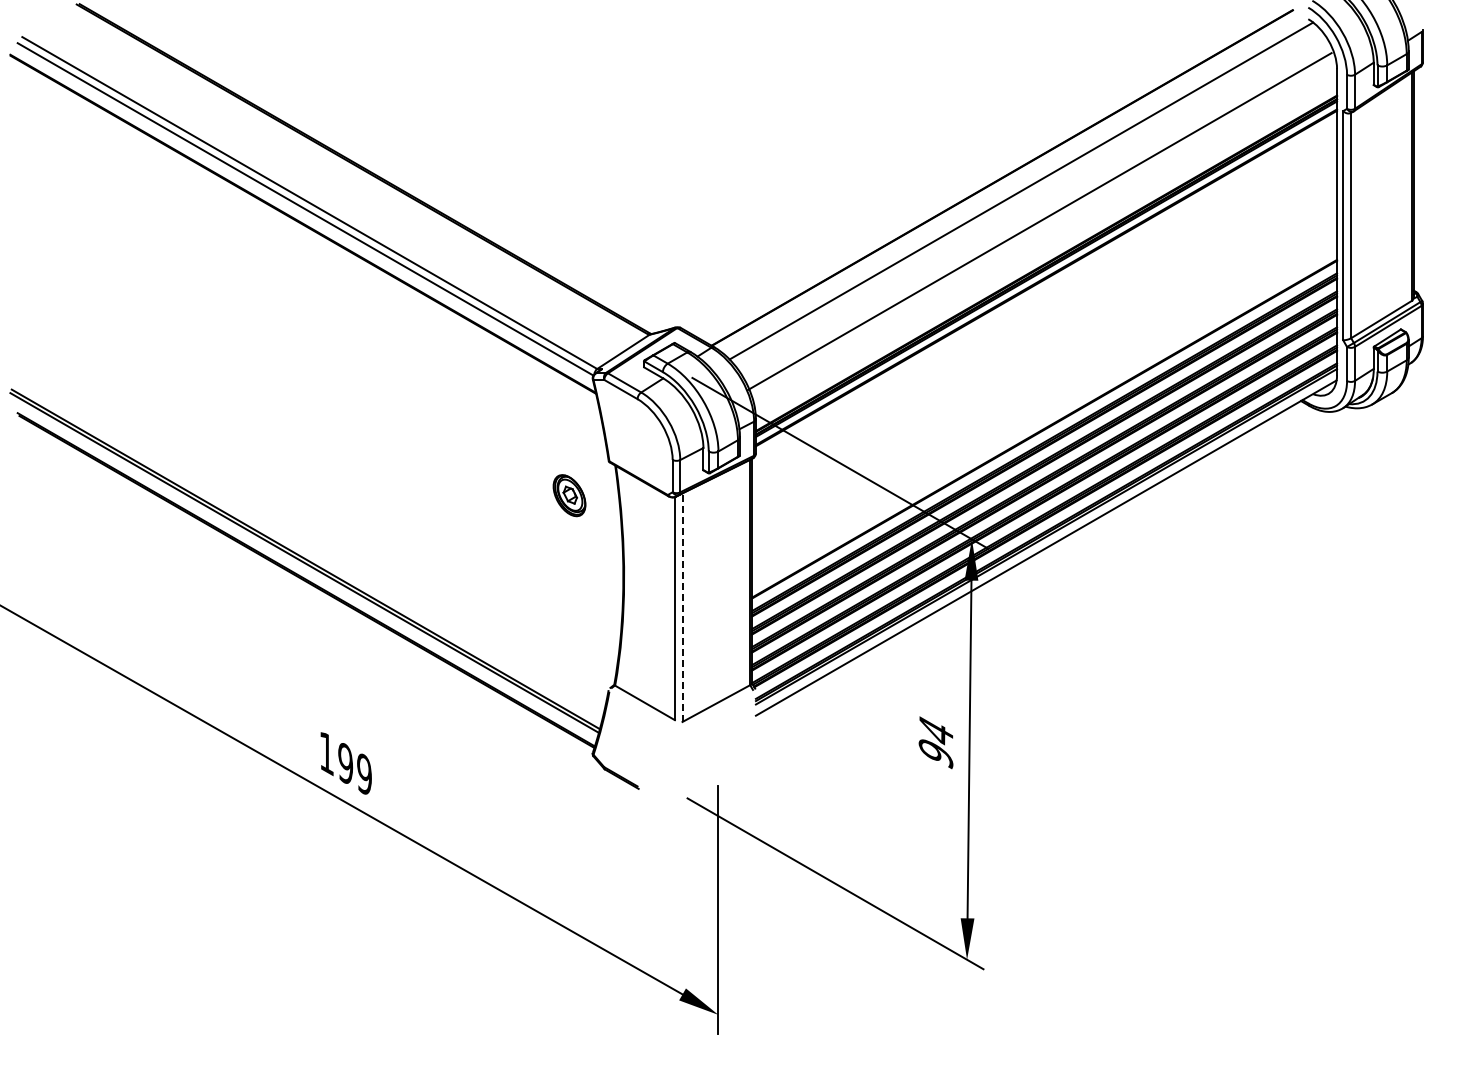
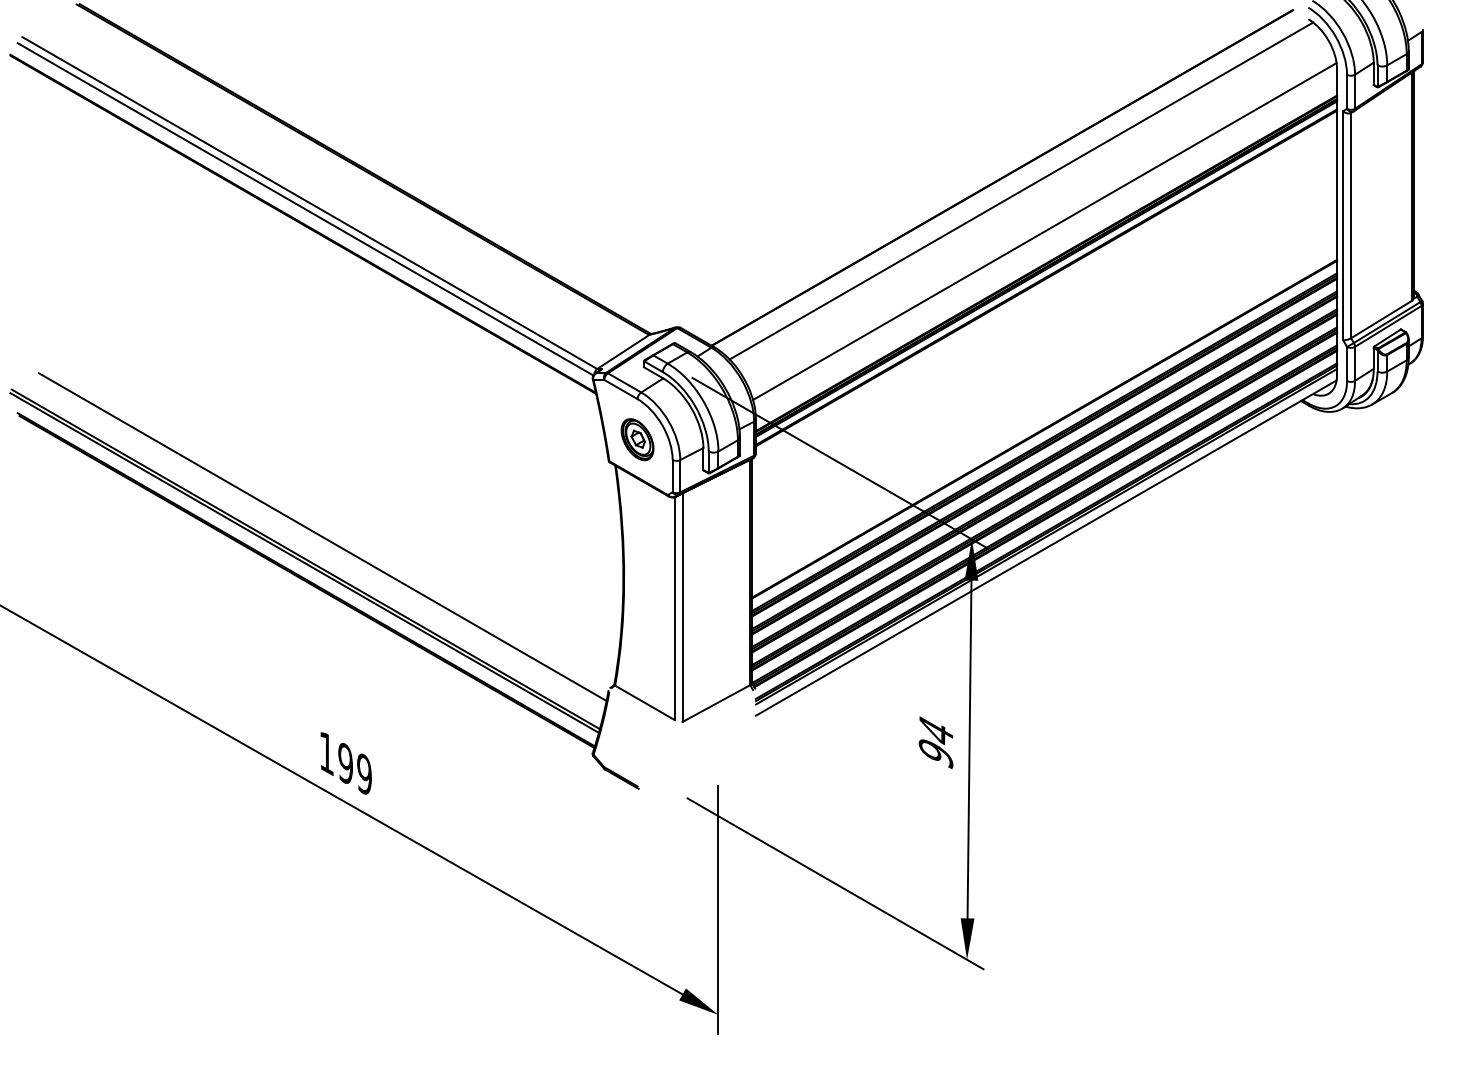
line at (1039, 221) position: (1039, 221) -> (1044, 231)
part at (569, 495) position: (569, 495) -> (637, 439)
line at (322, 536): none -> present
line at (682, 607): dashed -> solid
